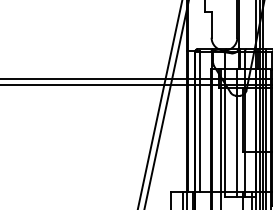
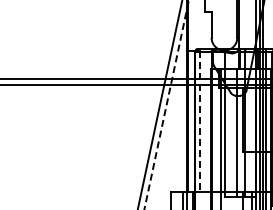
line at (166, 105): solid -> dashed
line at (200, 121): solid -> dashed
